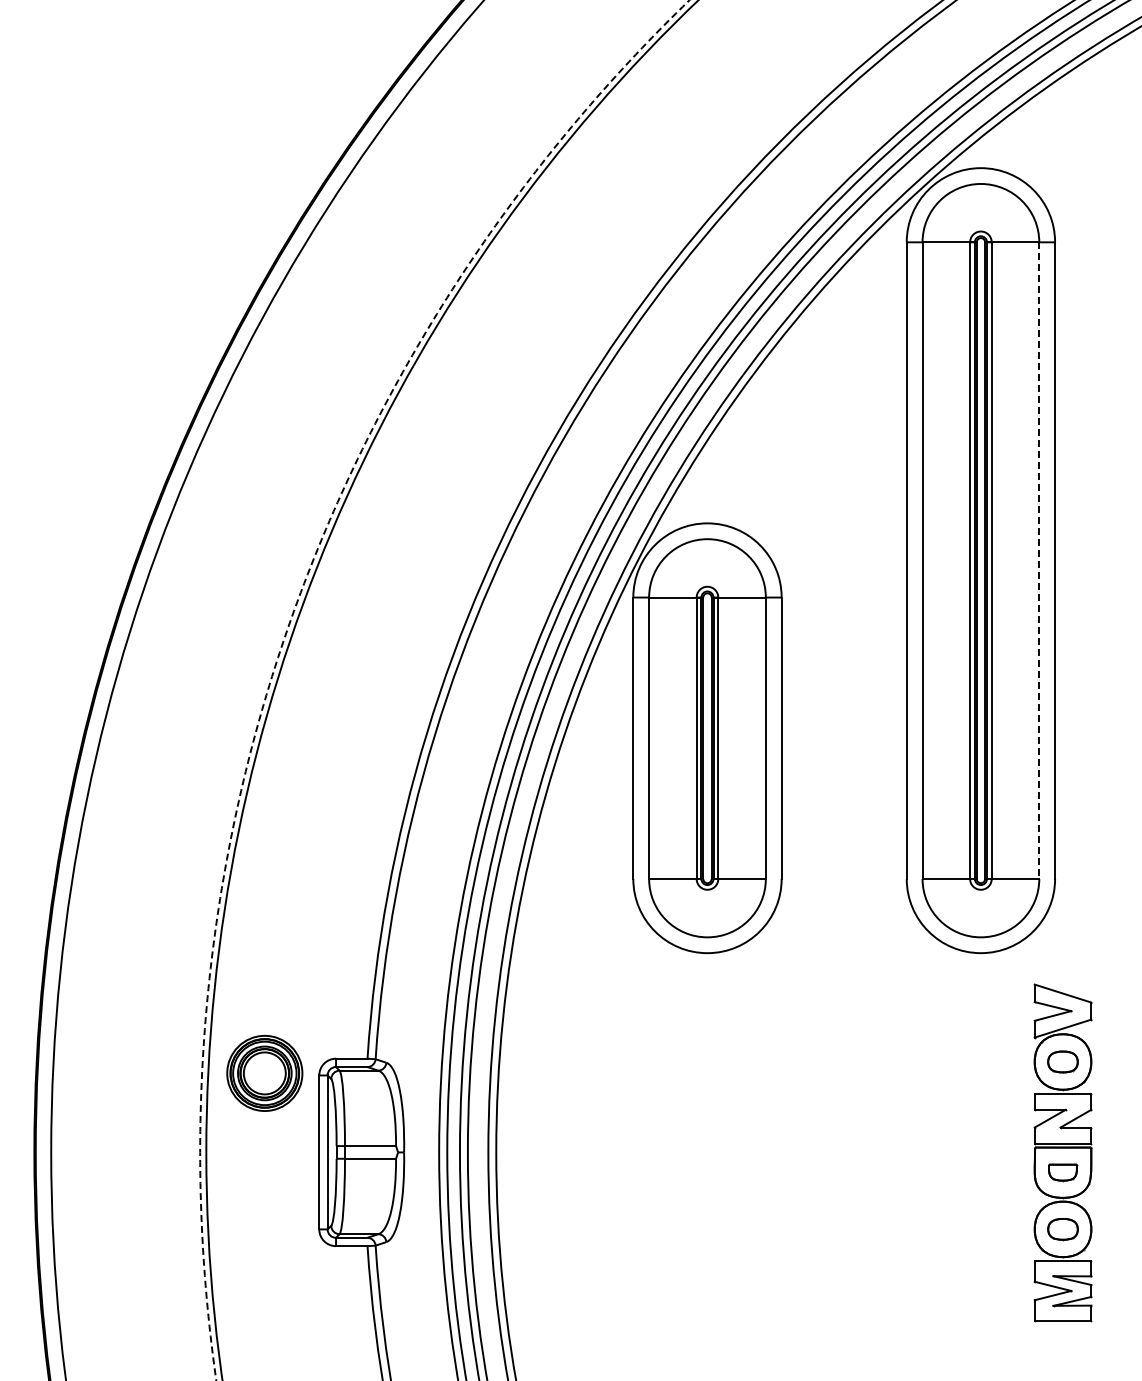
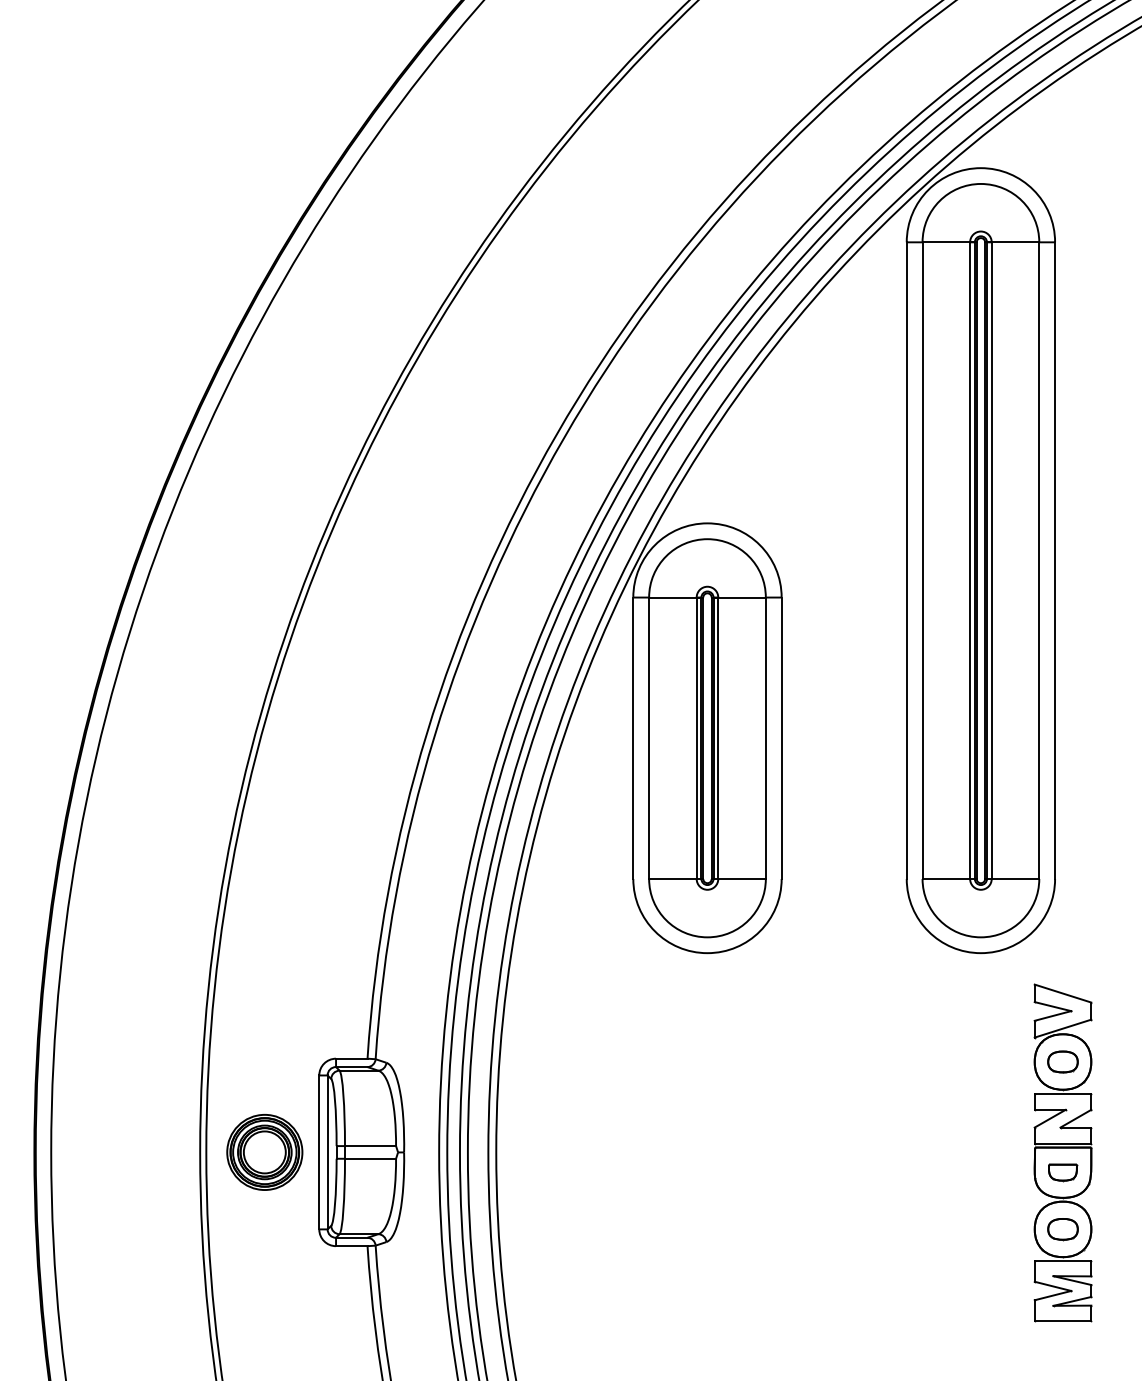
line at (1039, 561): dashed -> solid
circle at (444, 690): dashed -> solid
part at (264, 1073) position: (264, 1073) -> (264, 1152)
